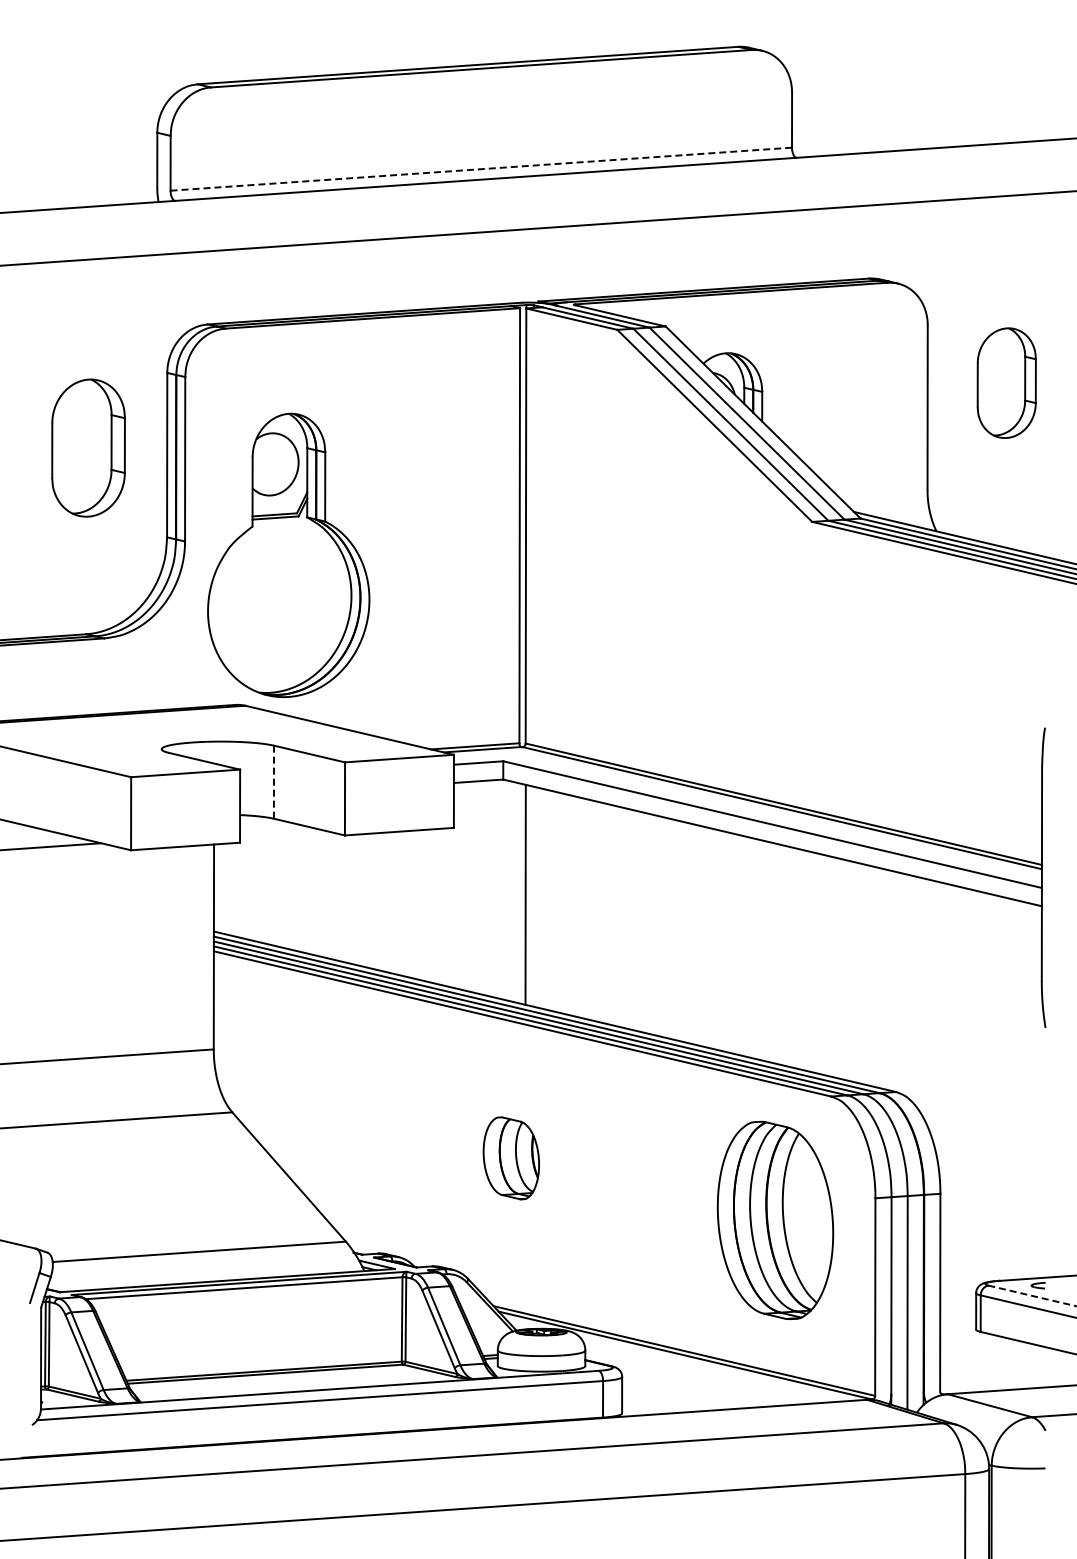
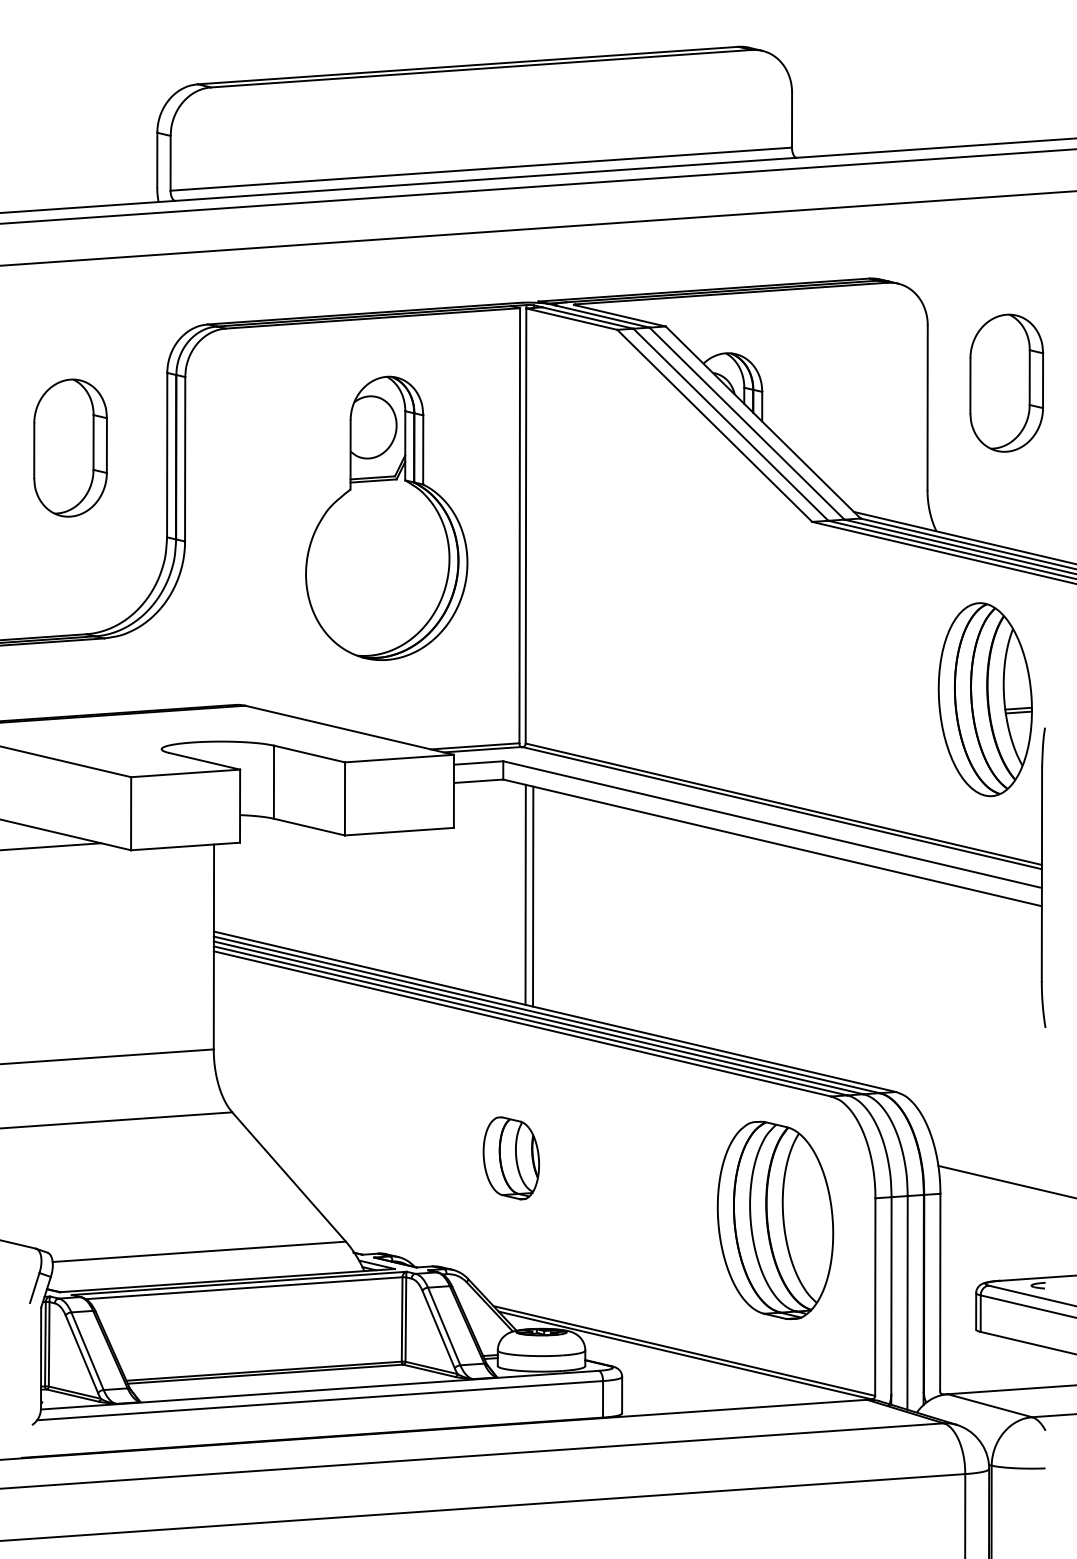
line at (481, 169): dashed -> solid
line at (537, 186): none -> present
part at (1006, 382) size: 61x112 px -> 76x140 px
part at (88, 447) position: (88, 447) -> (70, 447)
part at (288, 554) position: (288, 554) -> (386, 517)
part at (984, 699): none -> present
line at (273, 782): dashed -> solid
line at (533, 896): none -> present
line at (1005, 1181): none -> present
line at (1032, 1295): dashed -> solid
